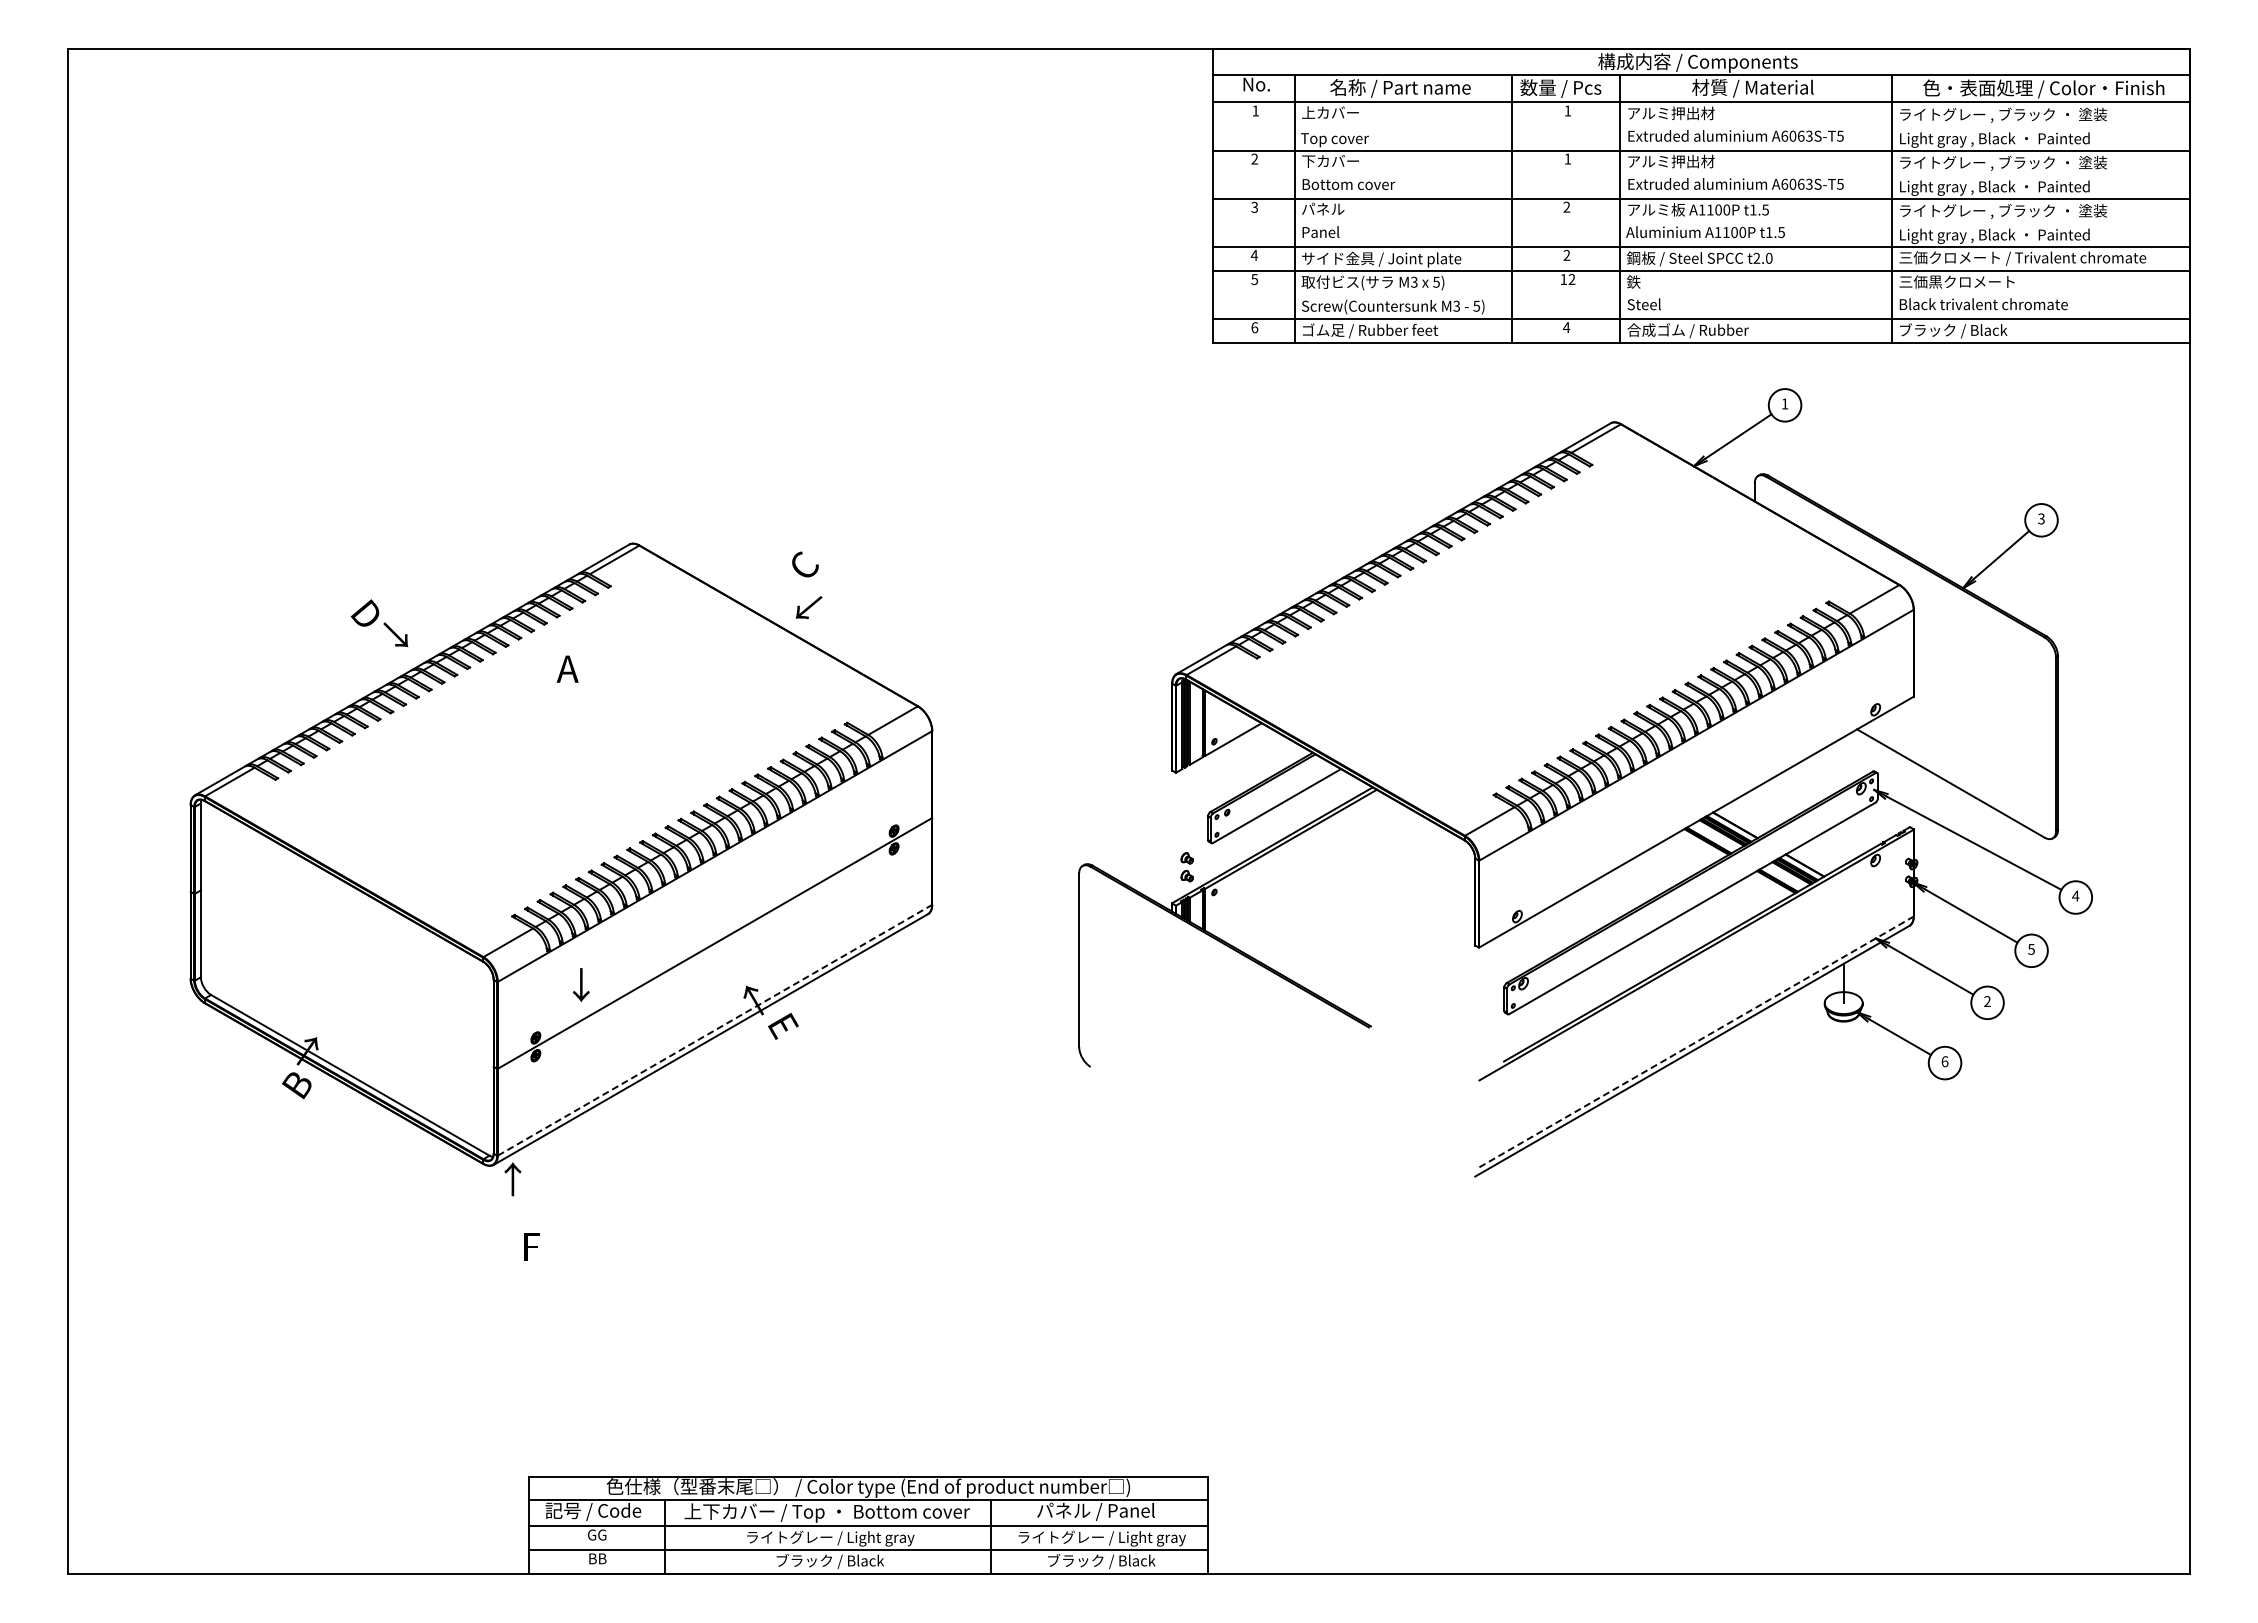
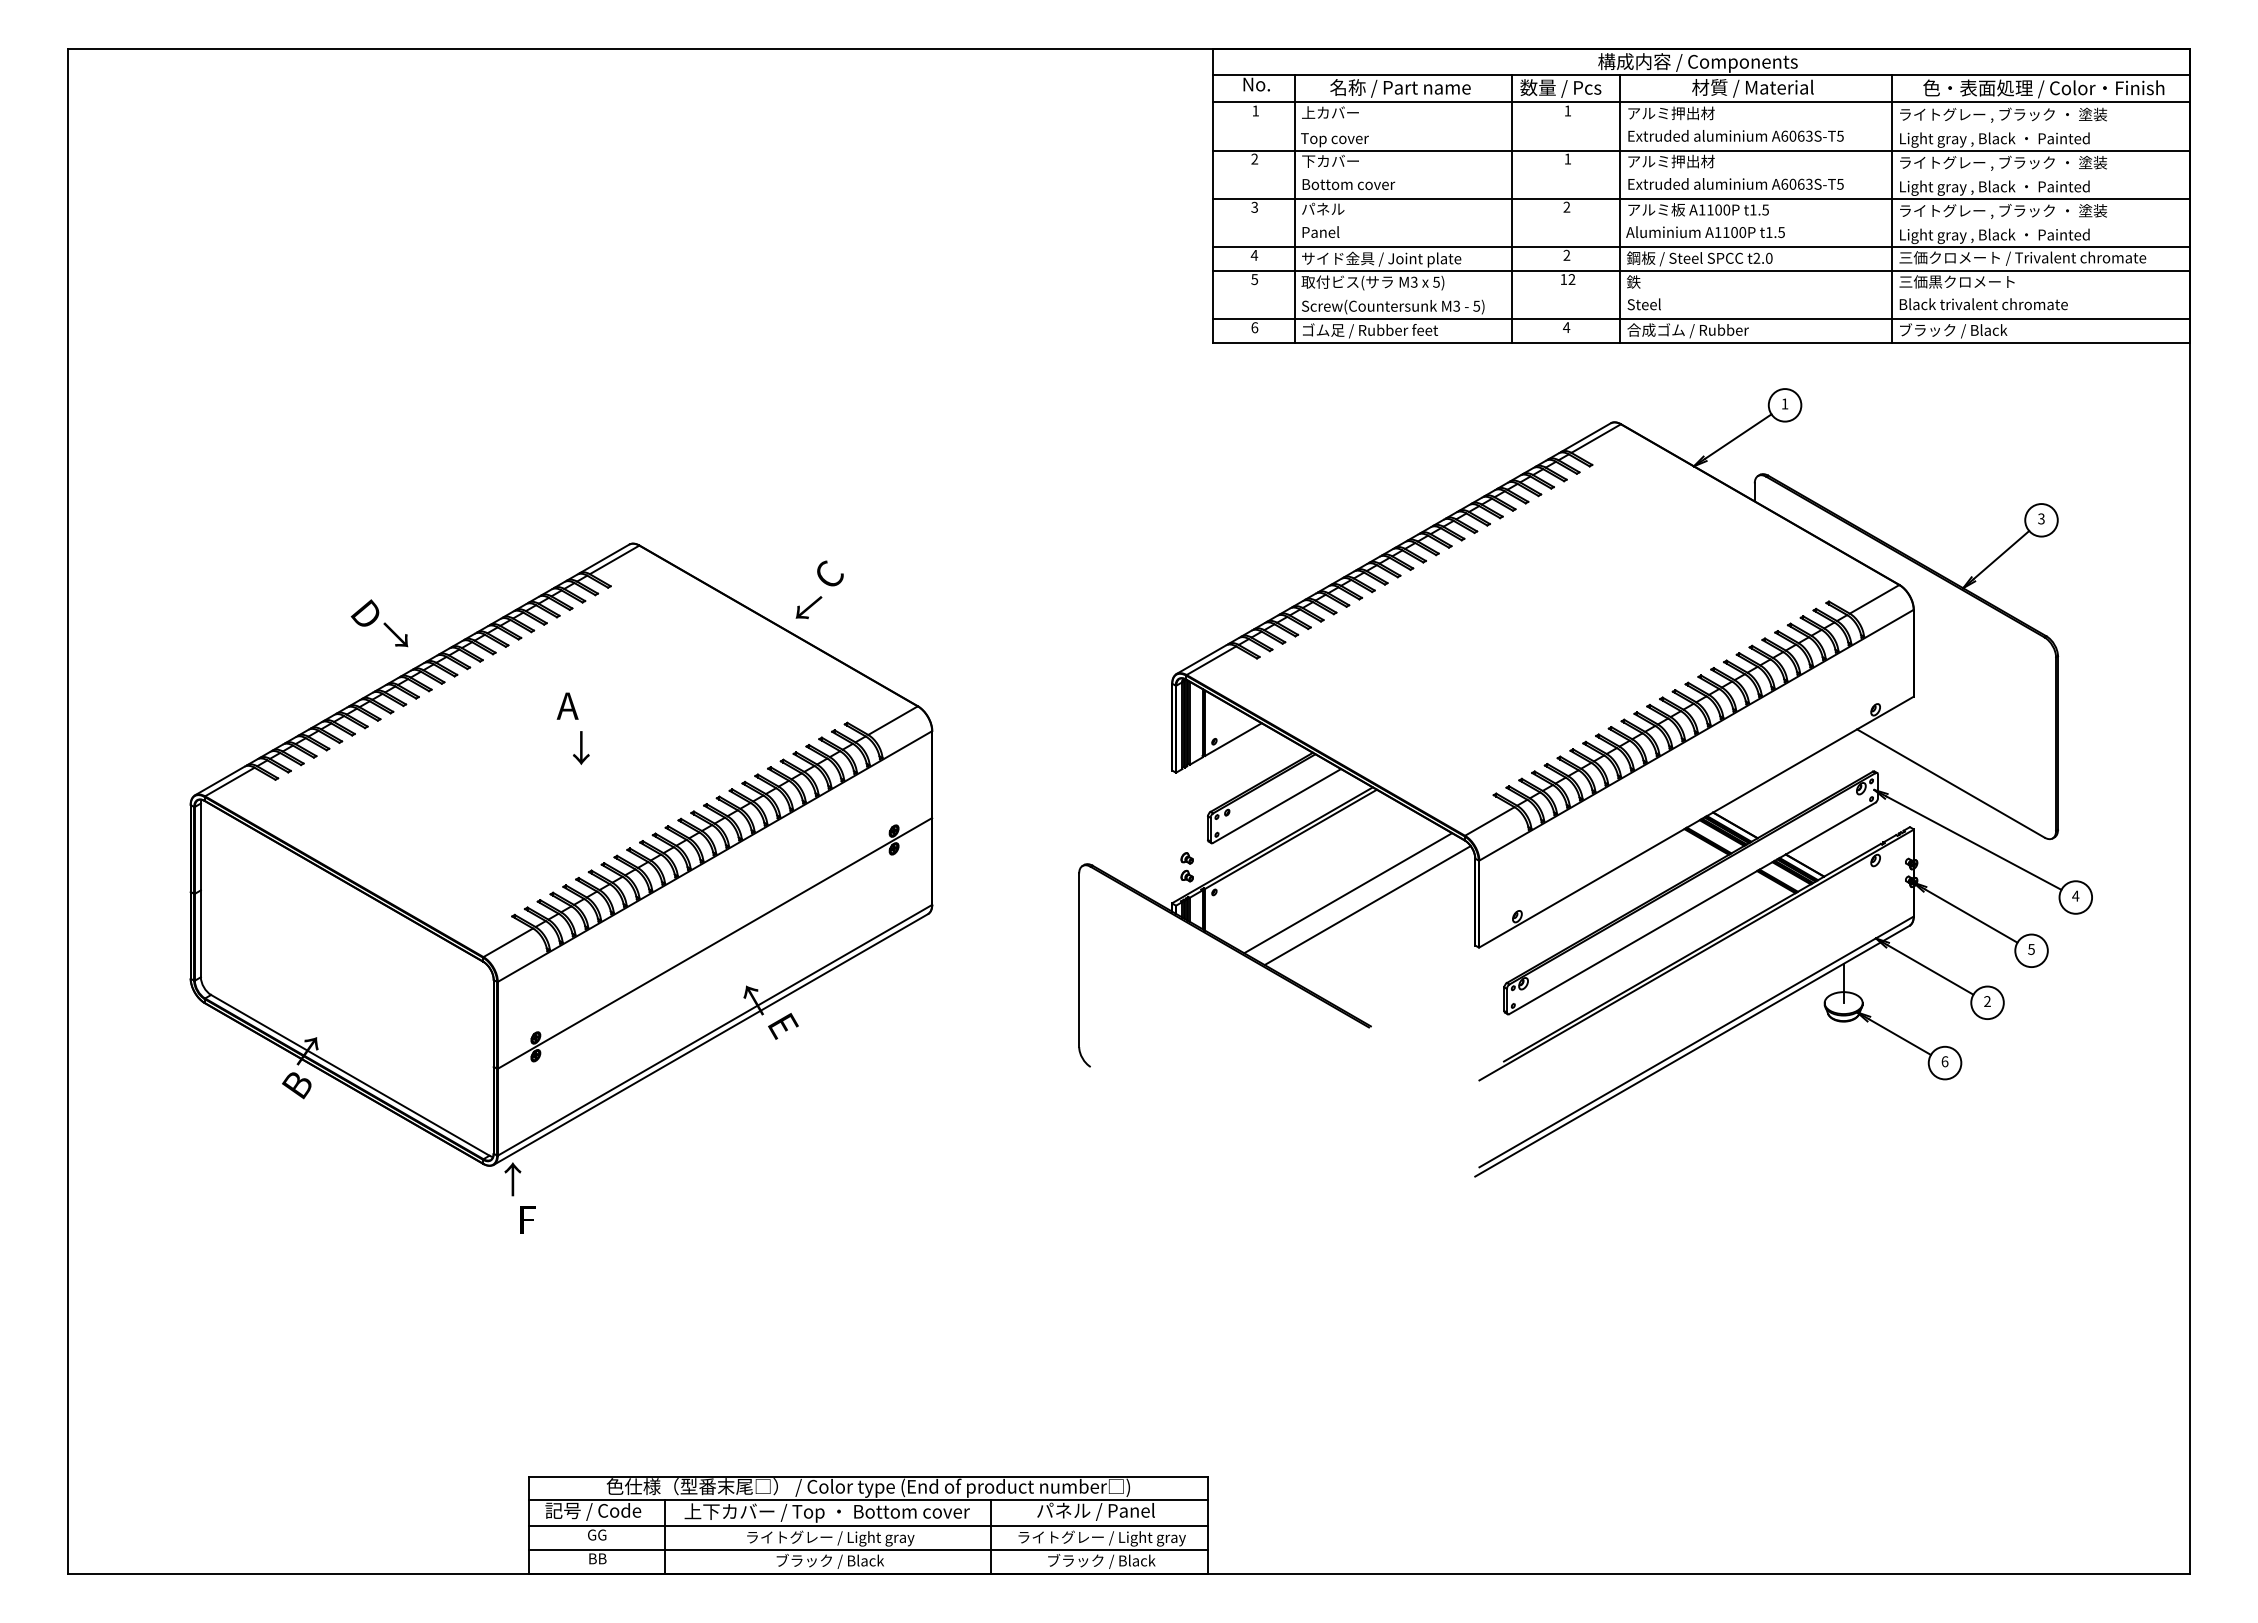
text at (805, 564) position: (805, 564) -> (830, 573)
text at (567, 668) position: (567, 668) -> (567, 705)
line at (1348, 893): none -> present
line at (1367, 905): none -> present
text at (581, 984) position: (581, 984) -> (581, 747)
line at (715, 1030): dashed -> solid
line at (1696, 1041): dashed -> solid
text at (531, 1246) position: (531, 1246) -> (527, 1219)
